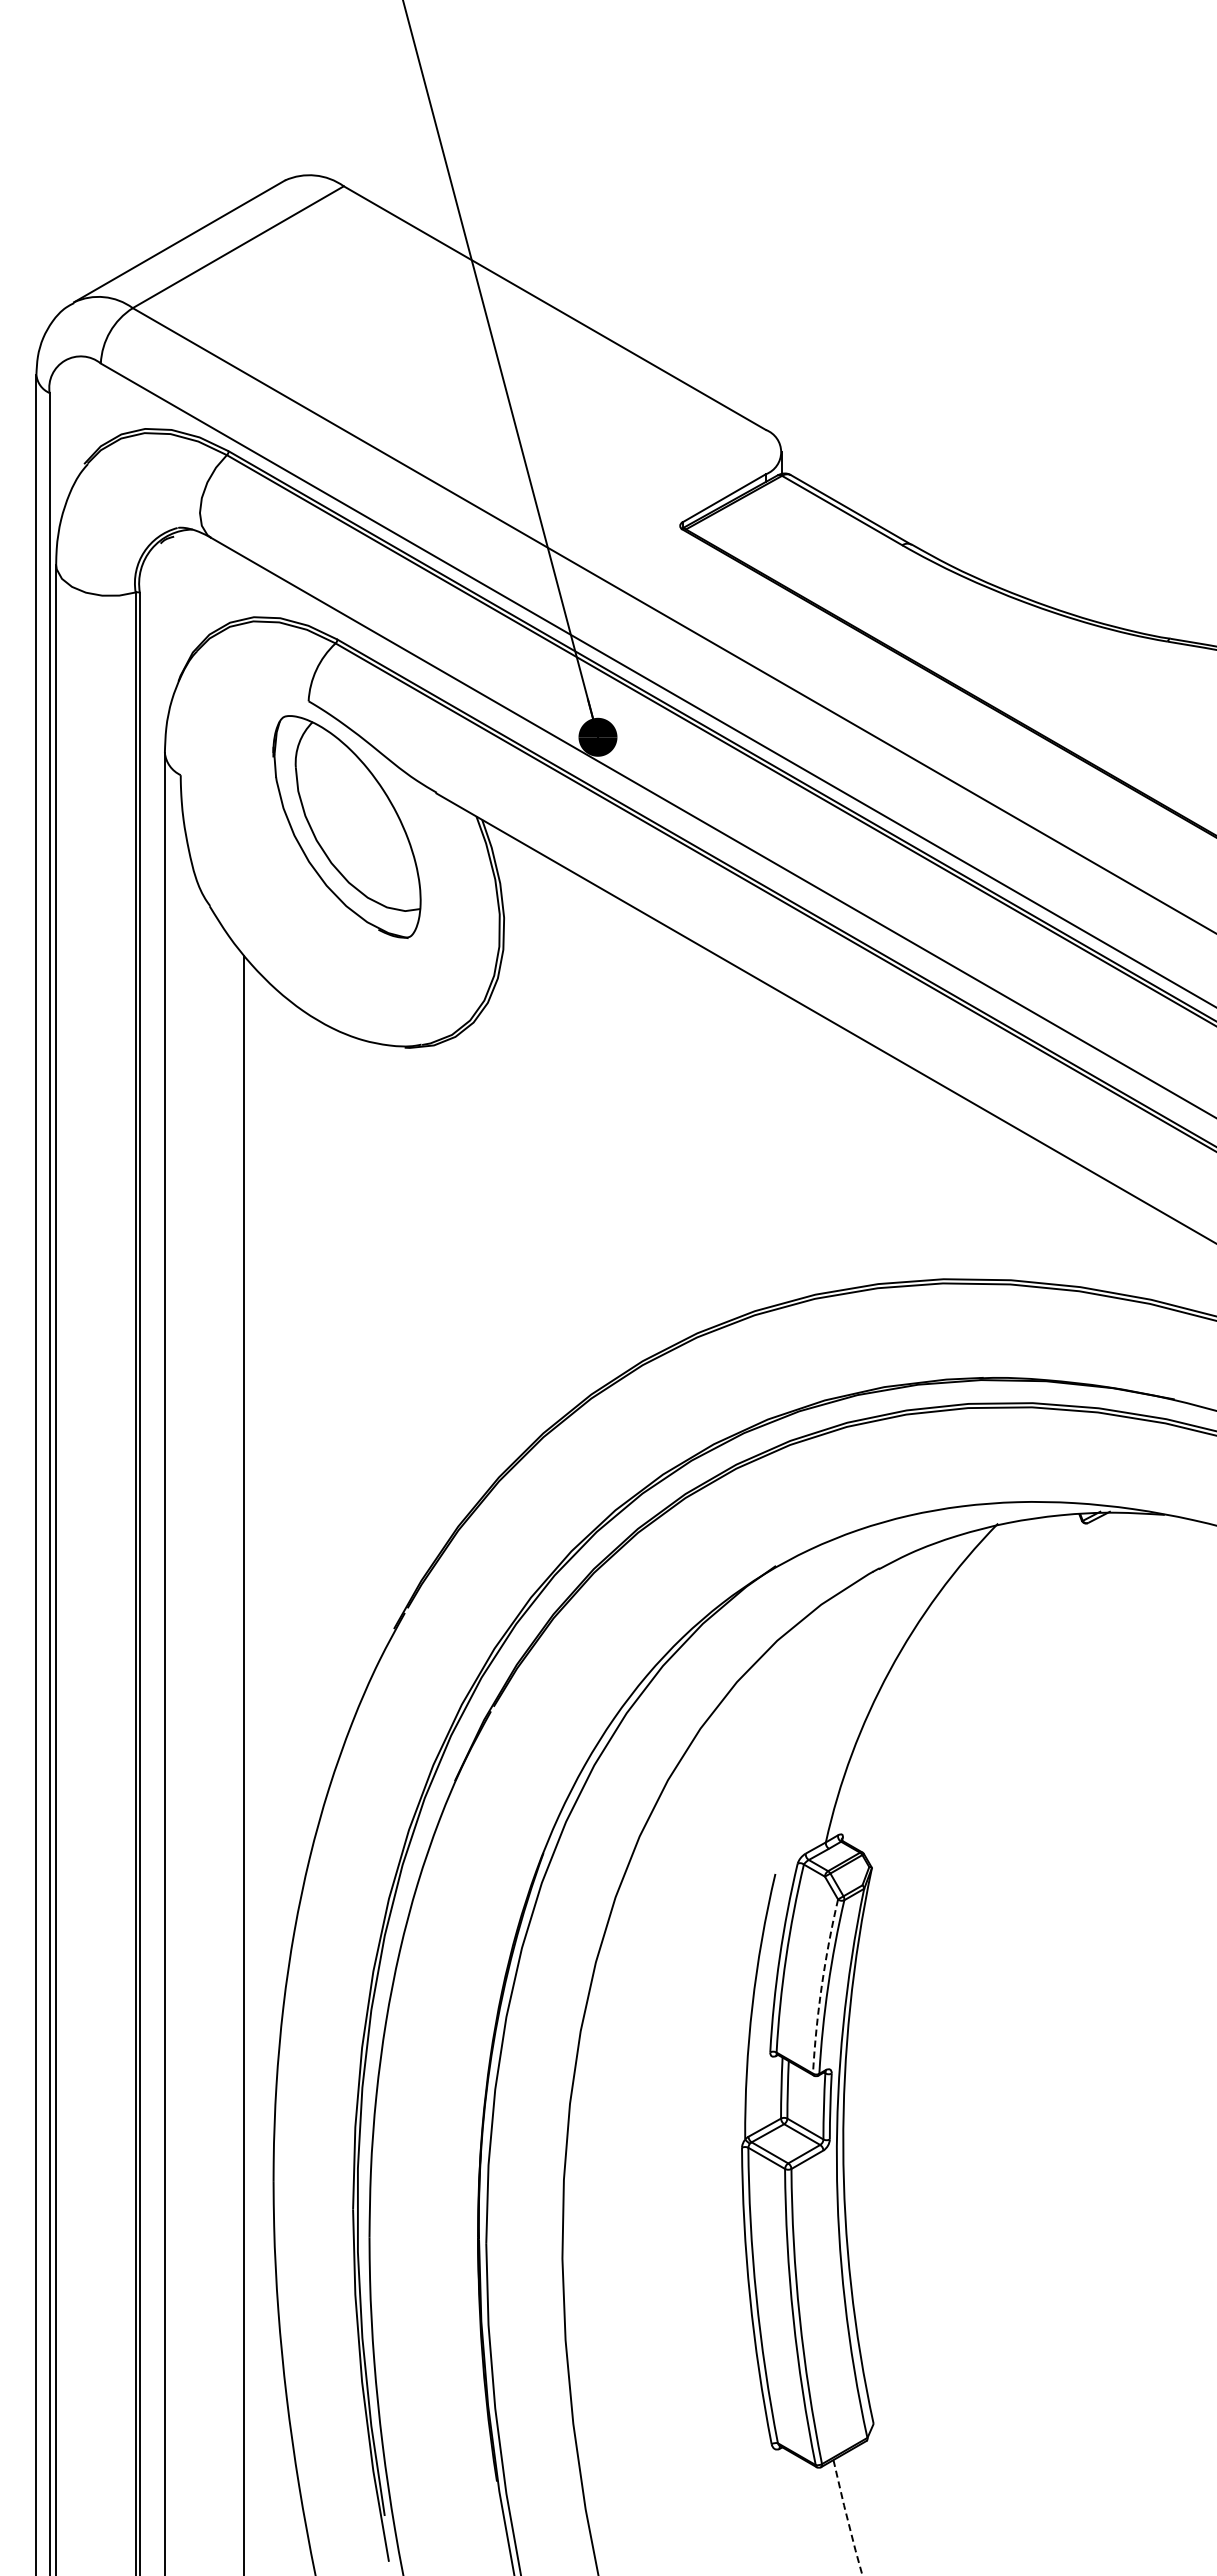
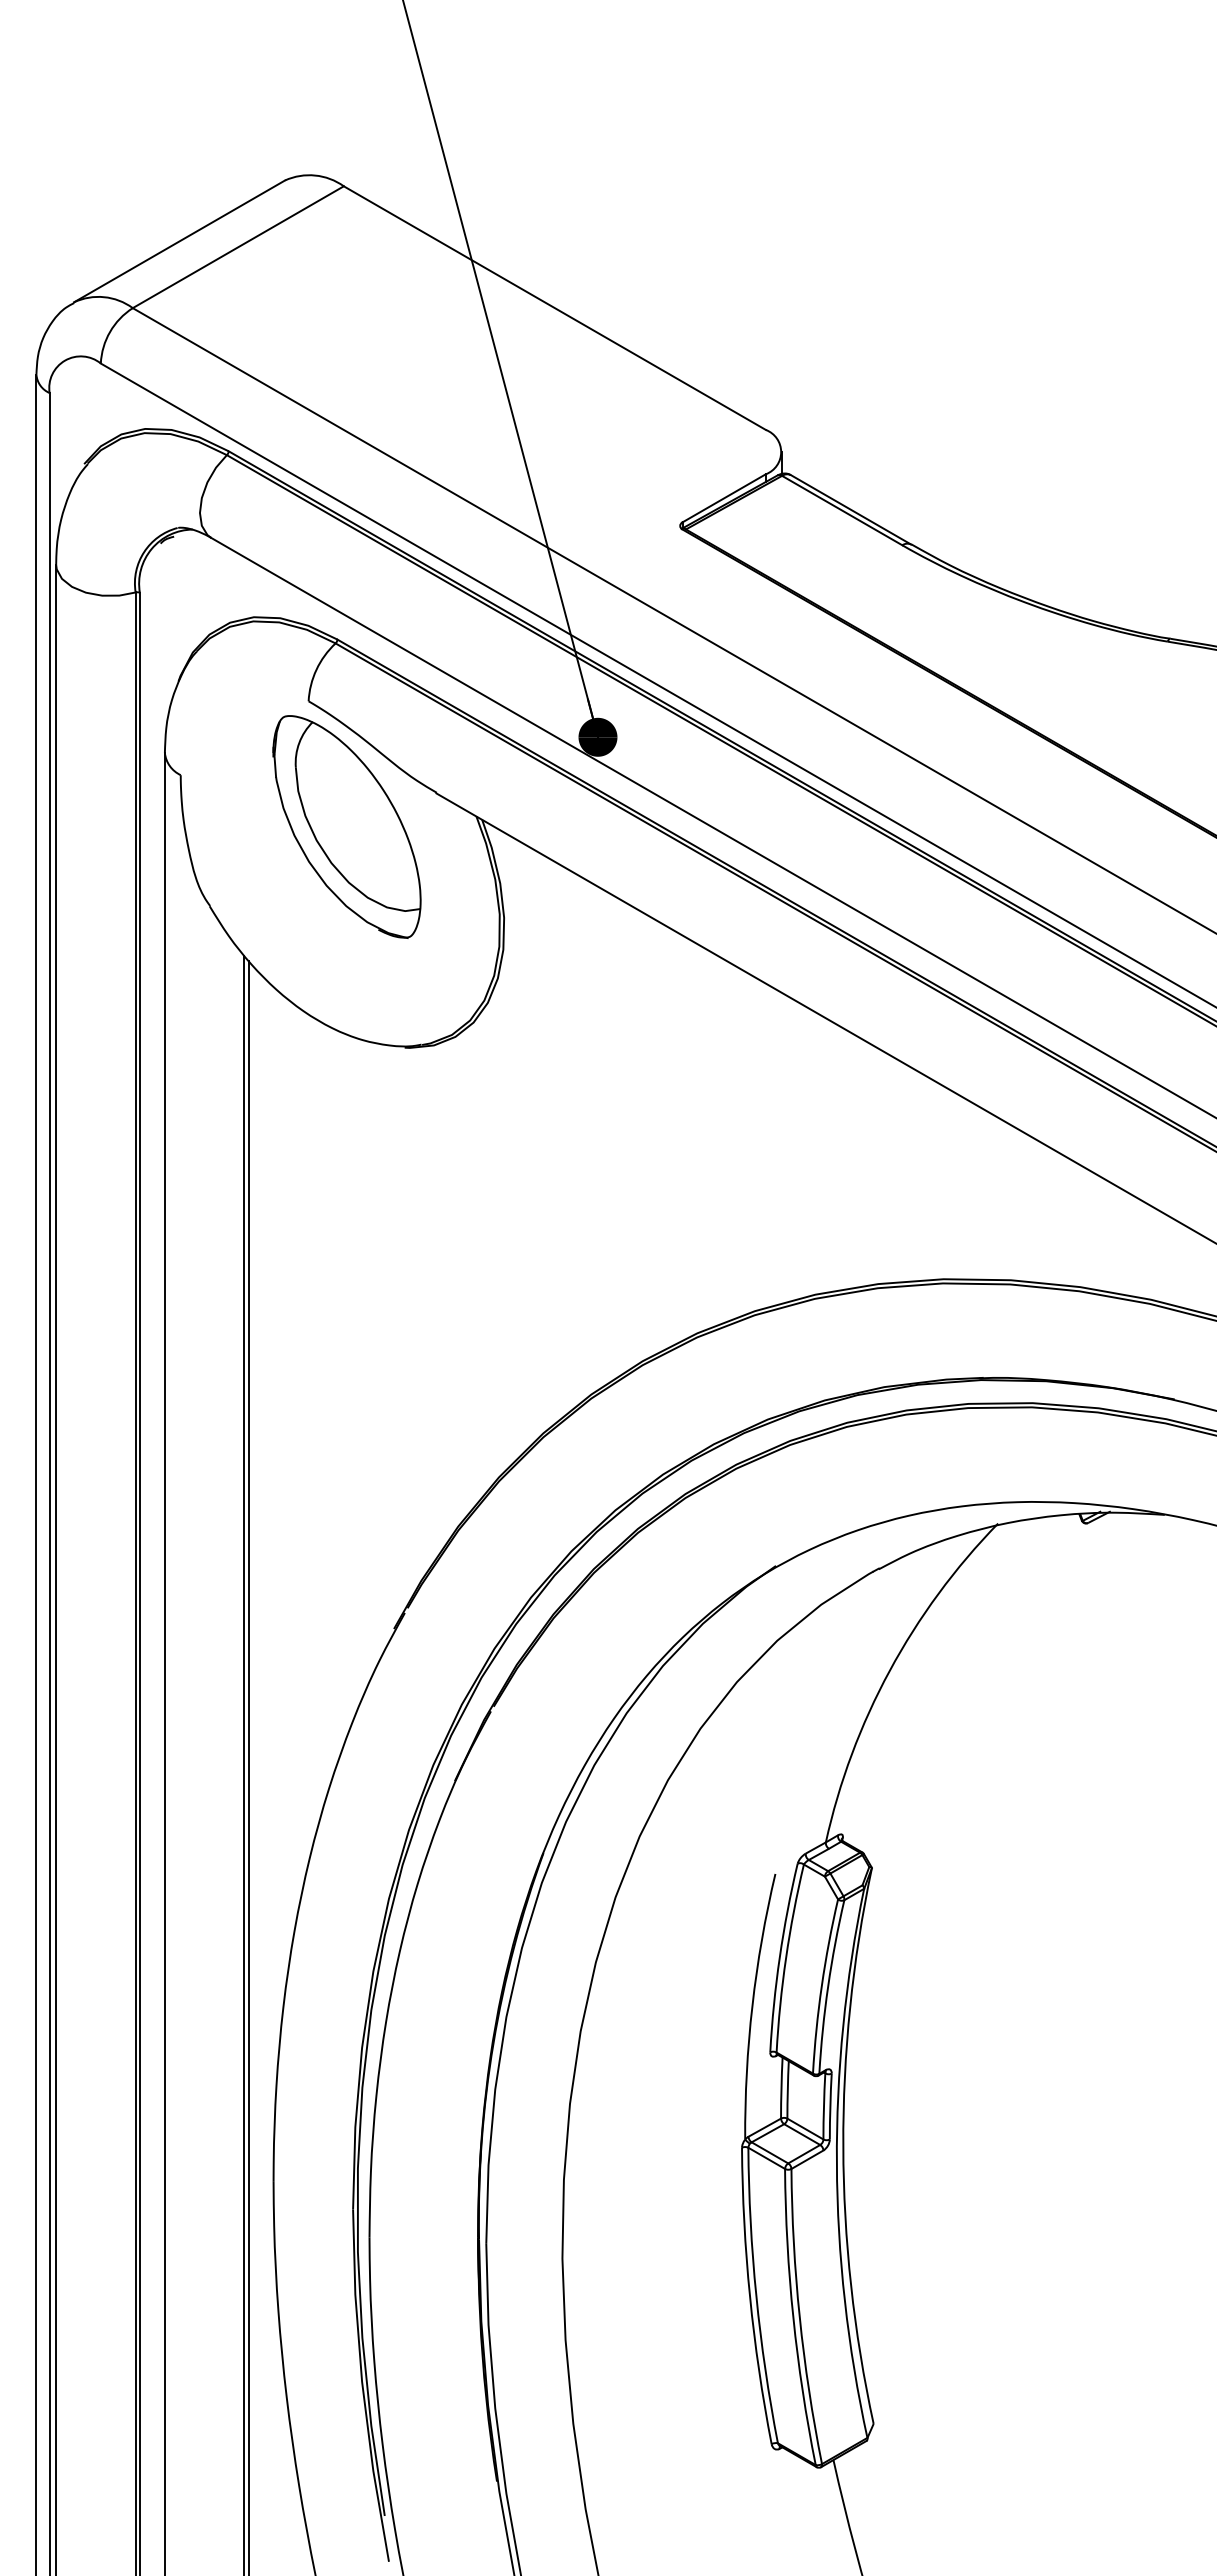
line at (248, 1766): none -> present
arc at (821, 1985): dashed -> solid
arc at (847, 2518): dashed -> solid
